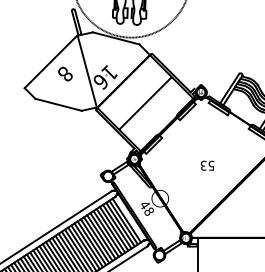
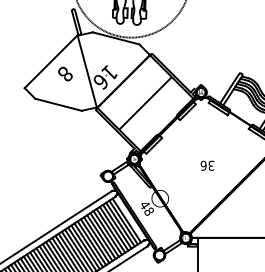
text at (206, 165): 53 -> 36
